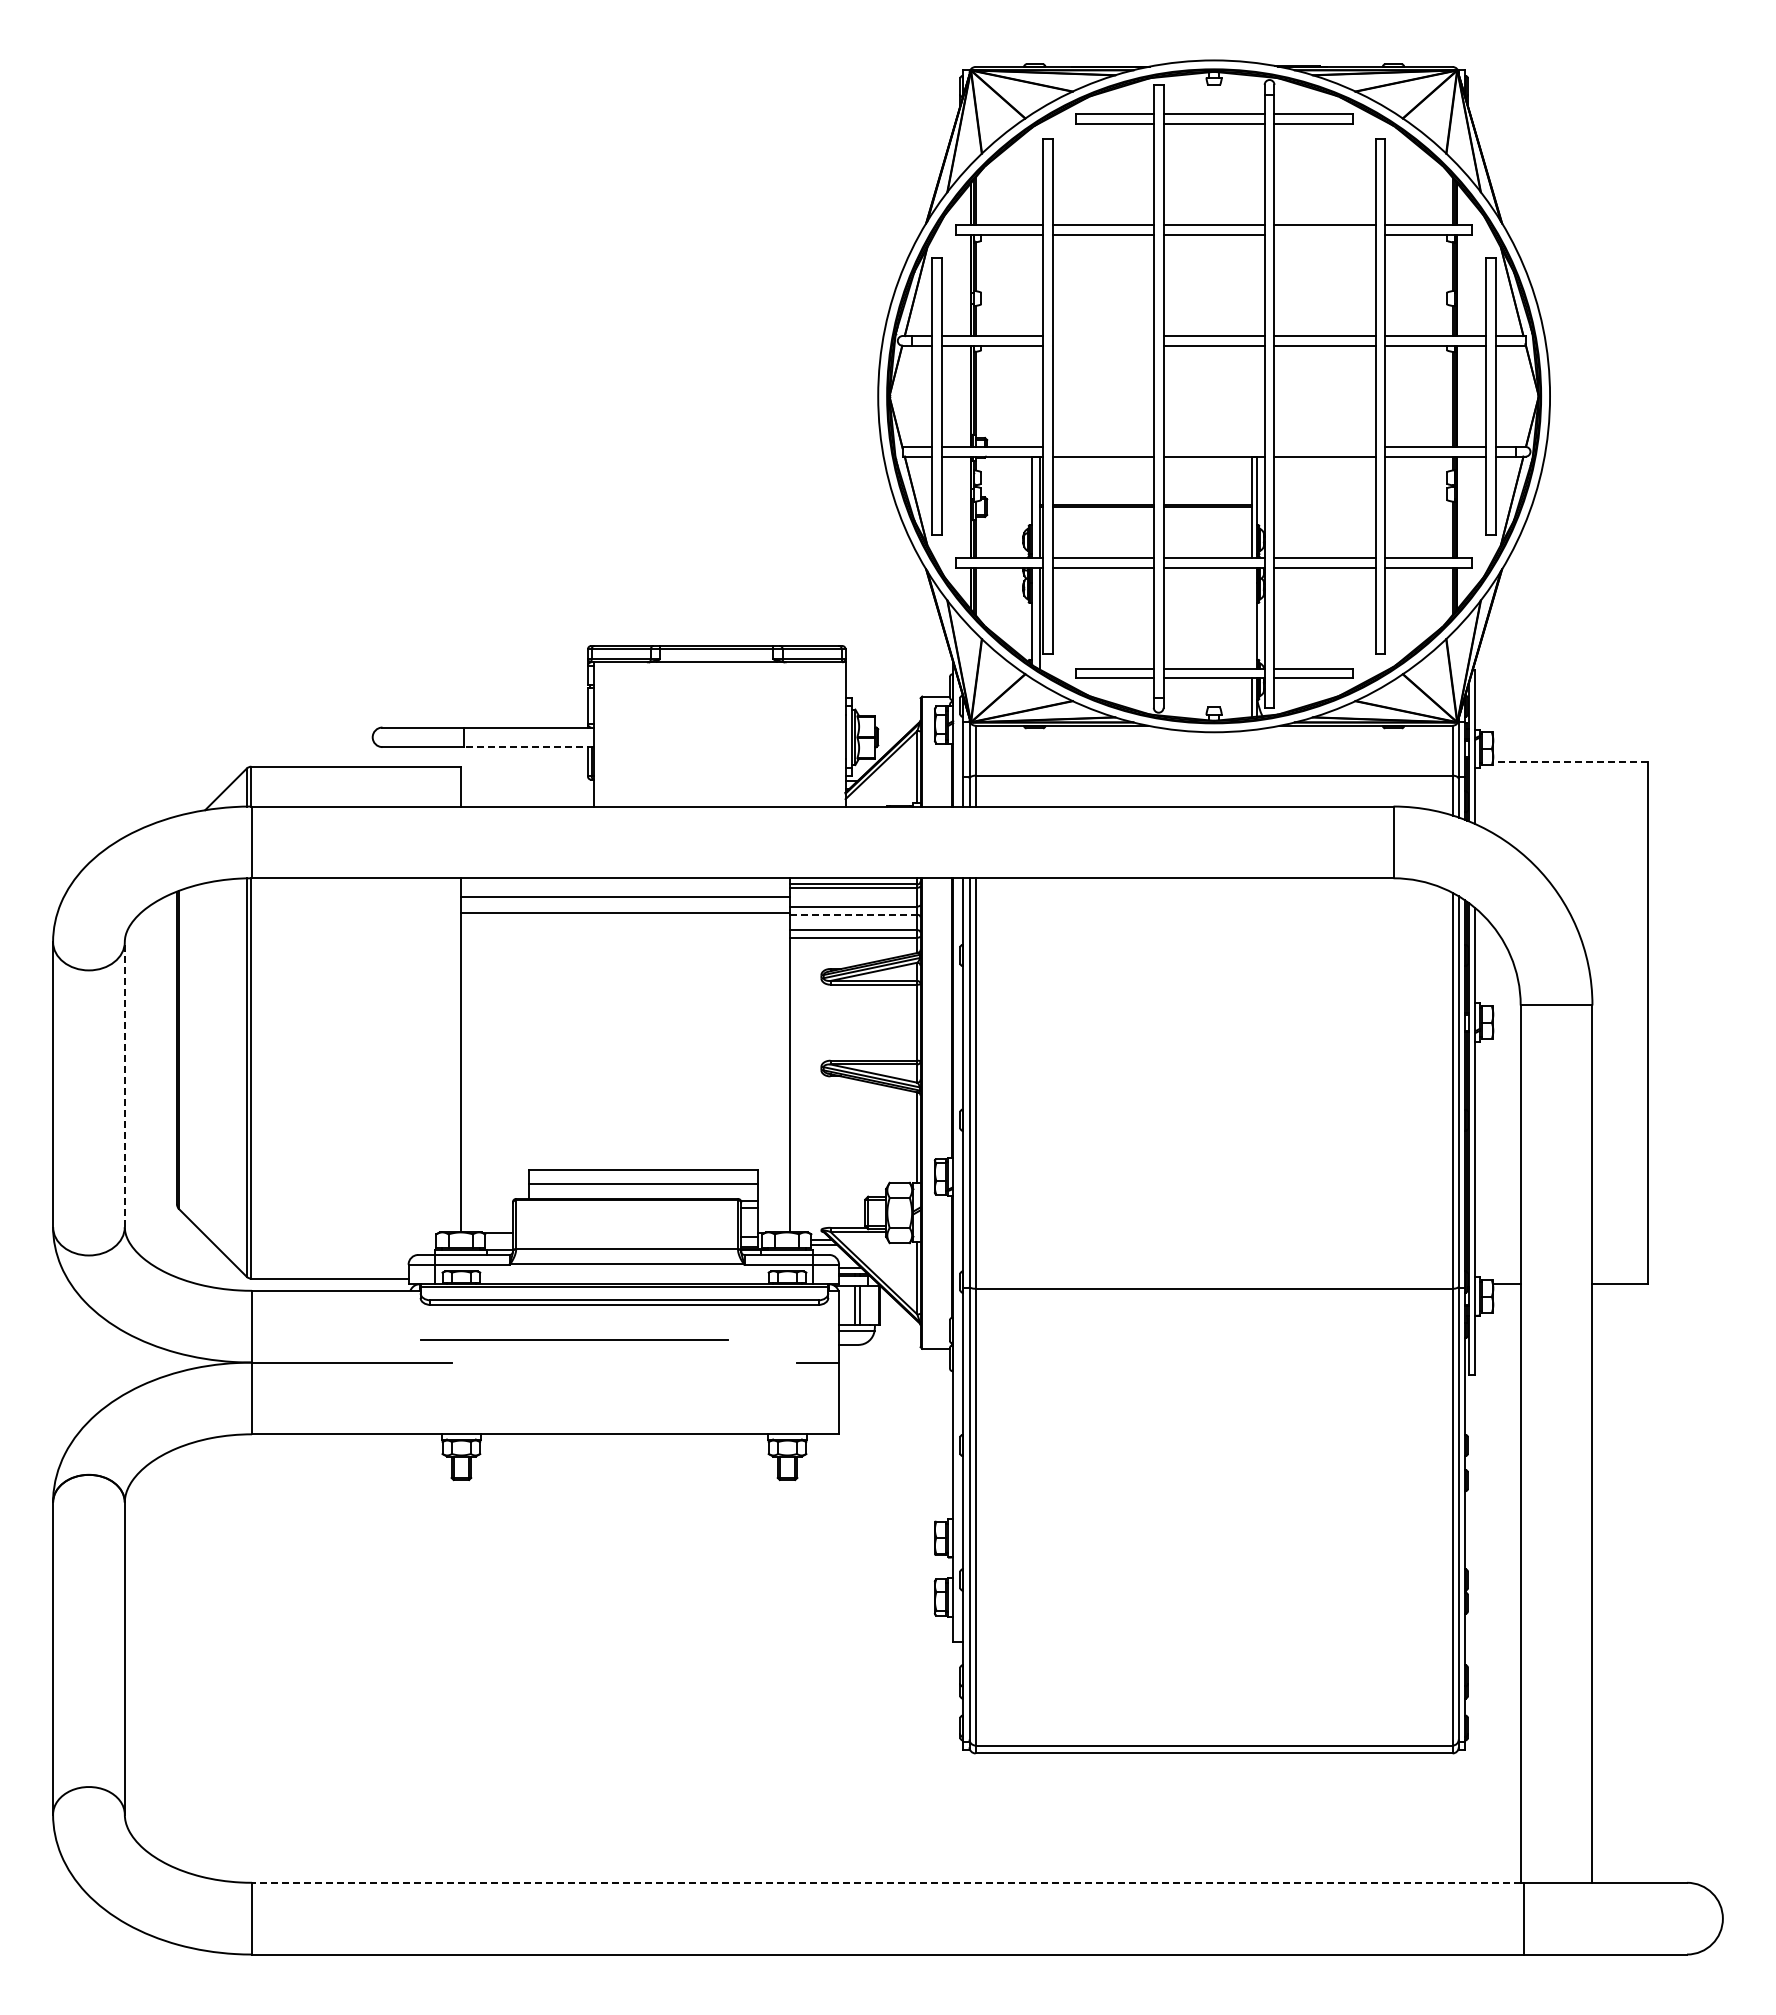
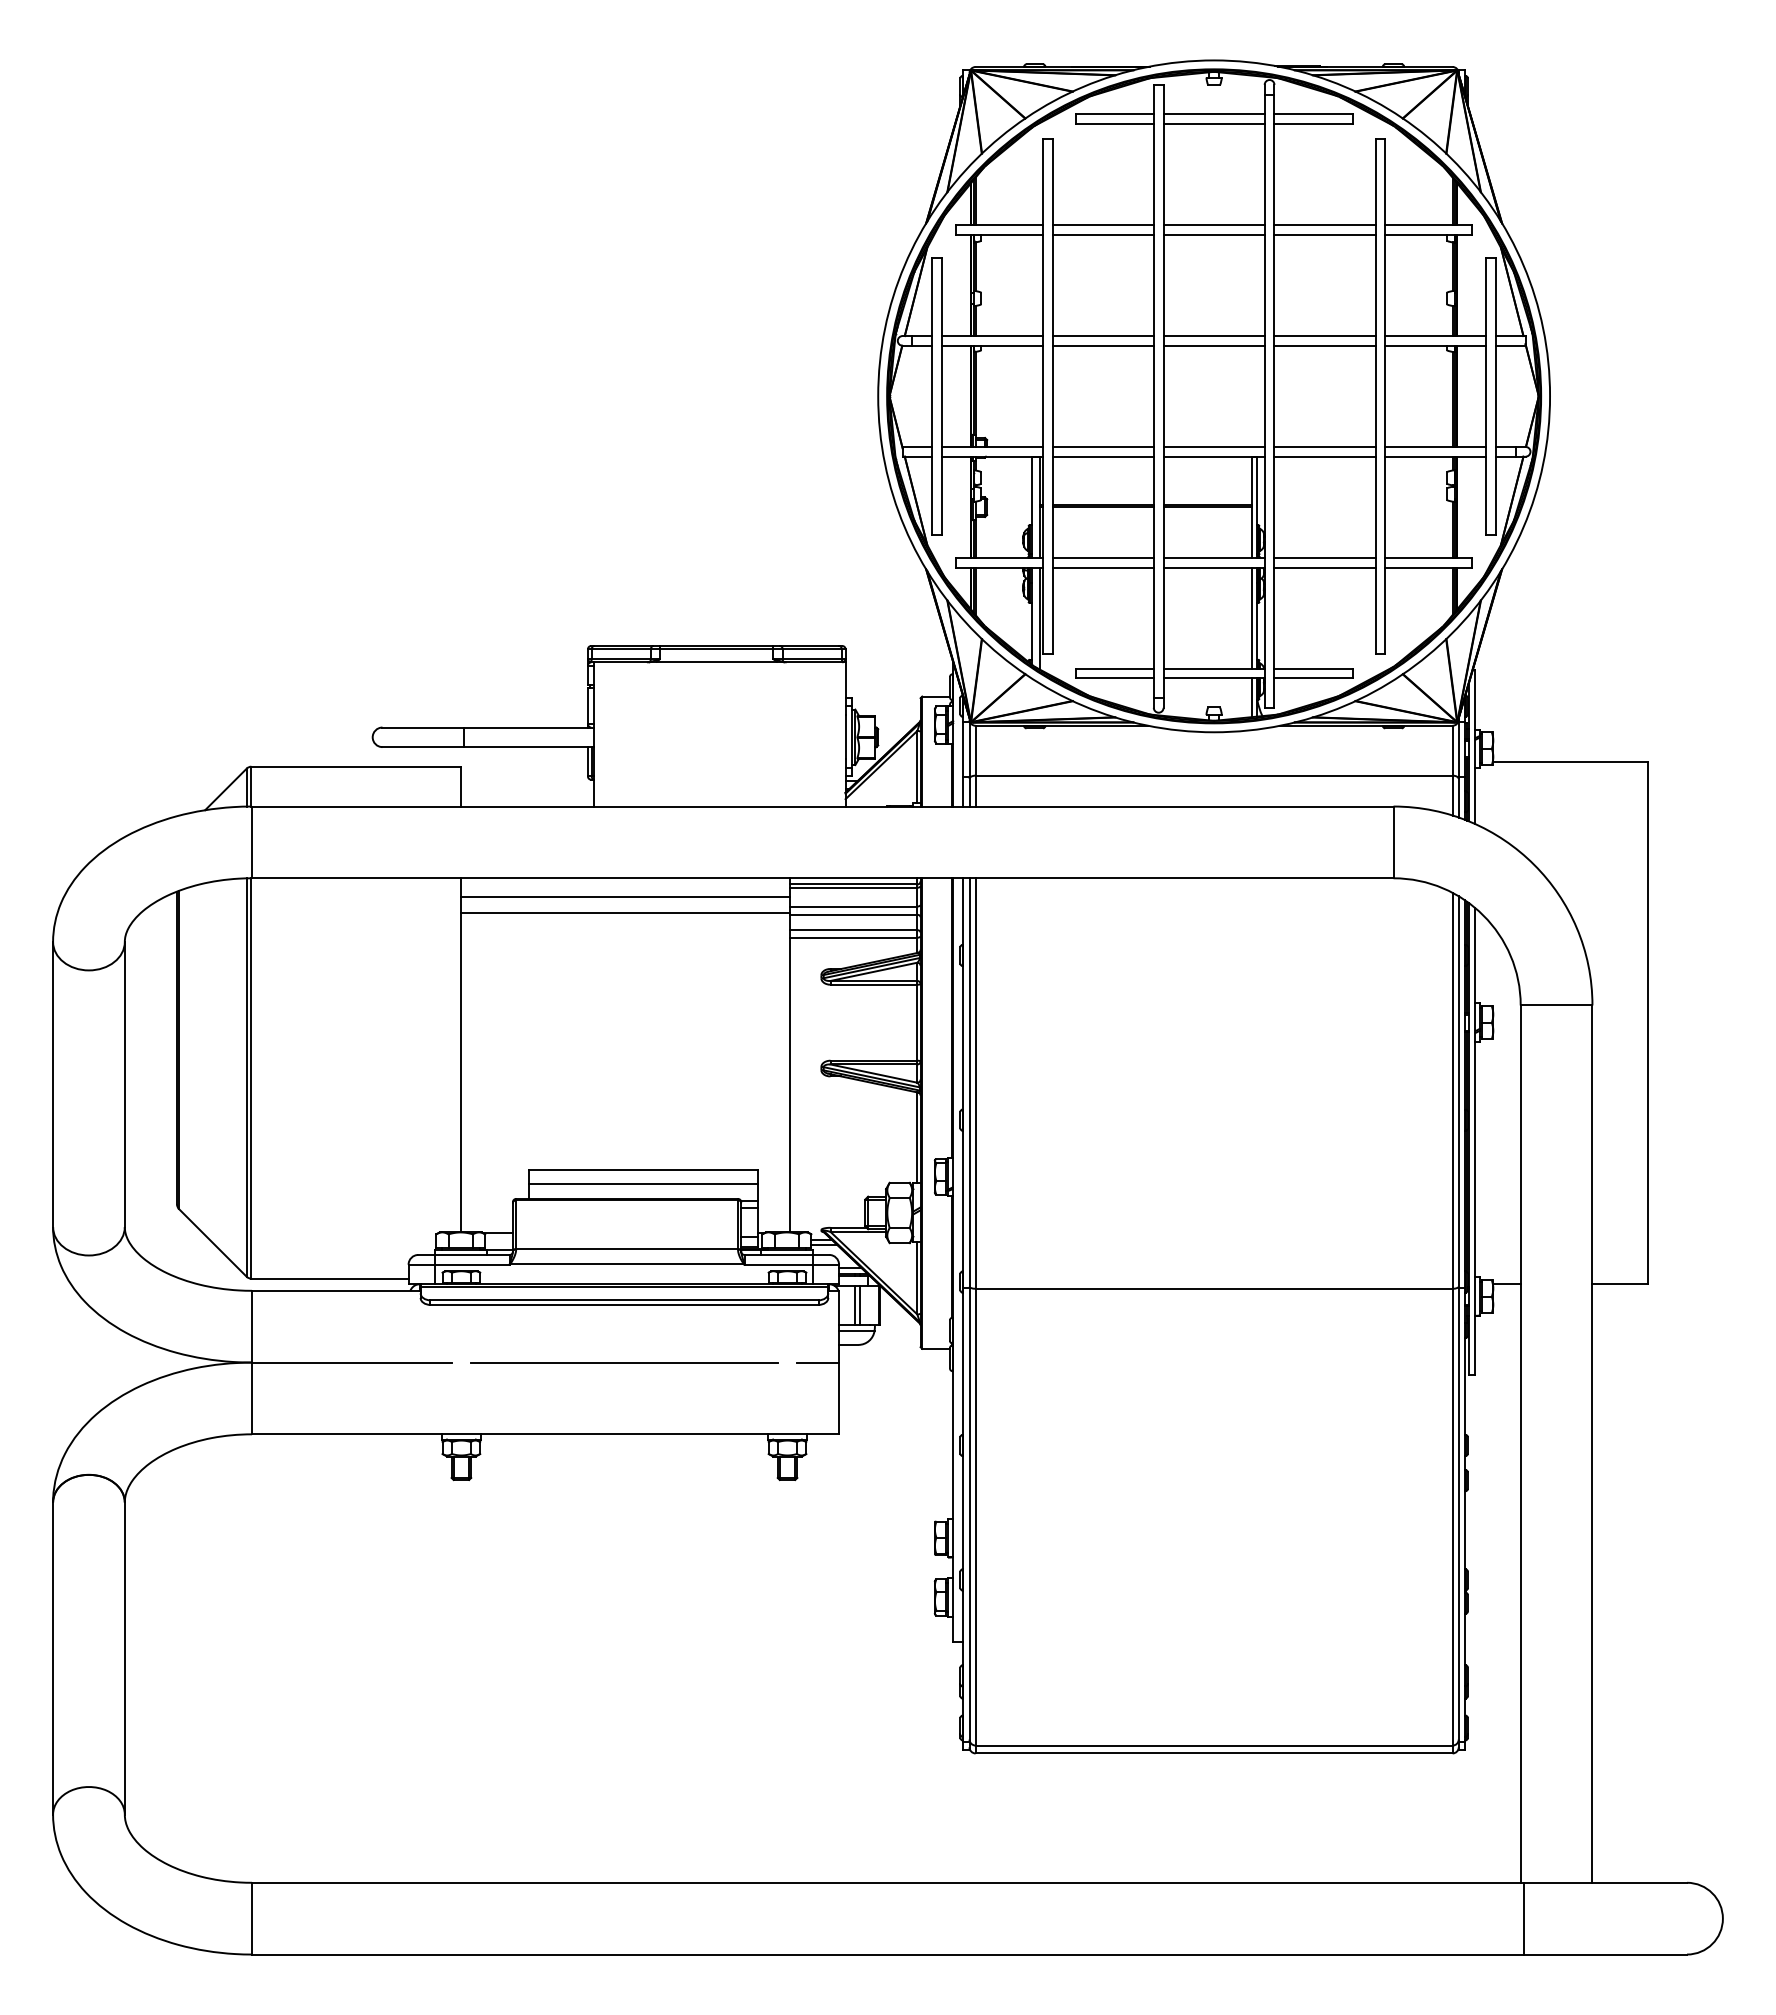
line at (1324, 234): none -> present
line at (1102, 336): none -> present
line at (1102, 345): none -> present
line at (1102, 446): none -> present
line at (1213, 446): none -> present
line at (1324, 446): none -> present
line at (1251, 617): none -> present
line at (528, 747): dashed -> solid
line at (1570, 761): dashed -> solid
line at (853, 914): dashed -> solid
line at (124, 1084): dashed -> solid
line at (574, 1339) position: (574, 1339) -> (624, 1362)
line at (885, 1882): dashed -> solid
